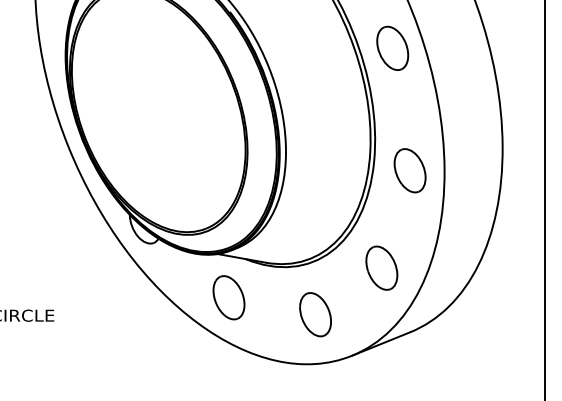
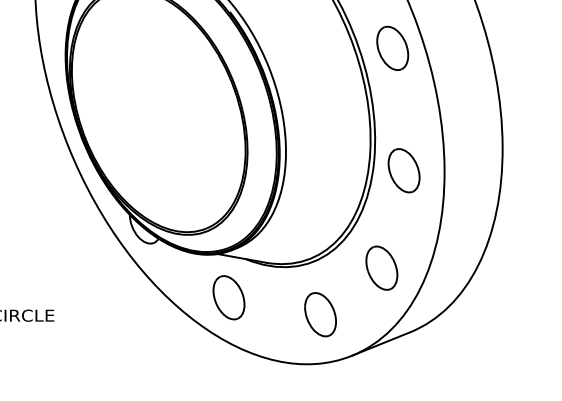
part at (409, 170) position: (409, 170) -> (403, 170)
line at (545, 199): present -> none
part at (315, 314) position: (315, 314) -> (320, 314)
